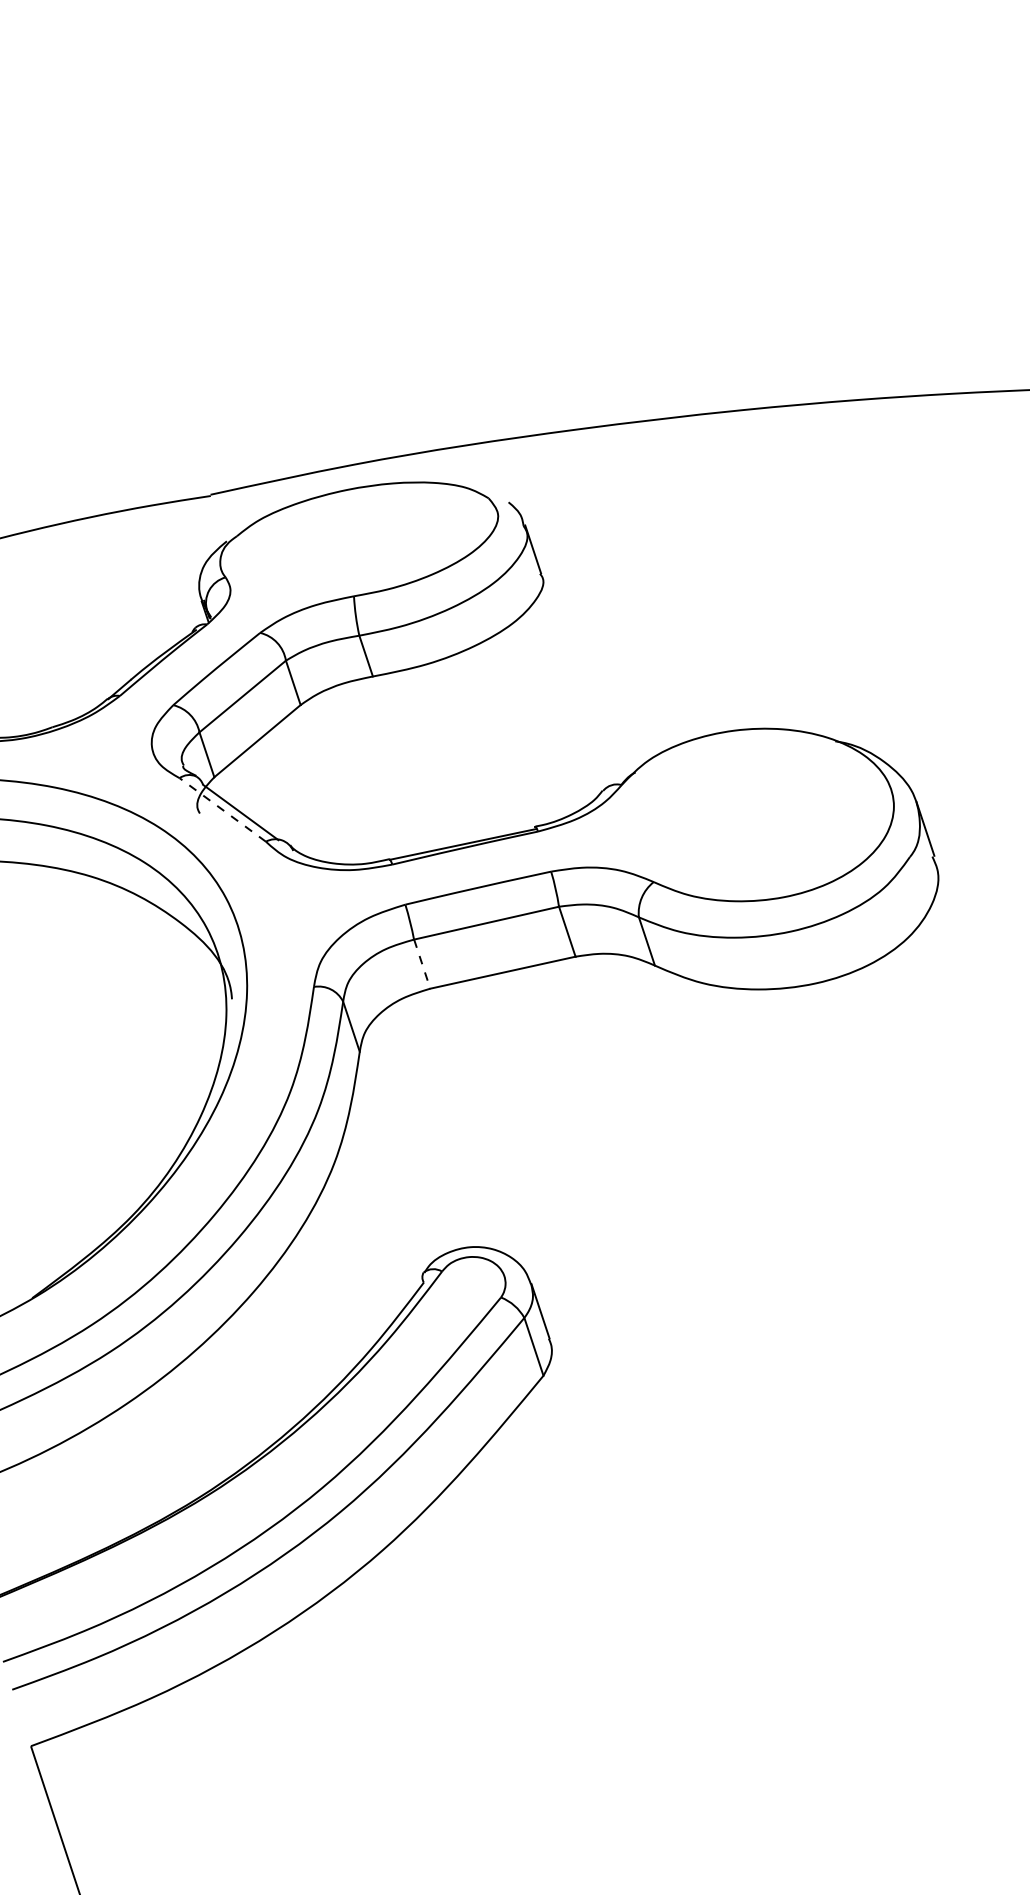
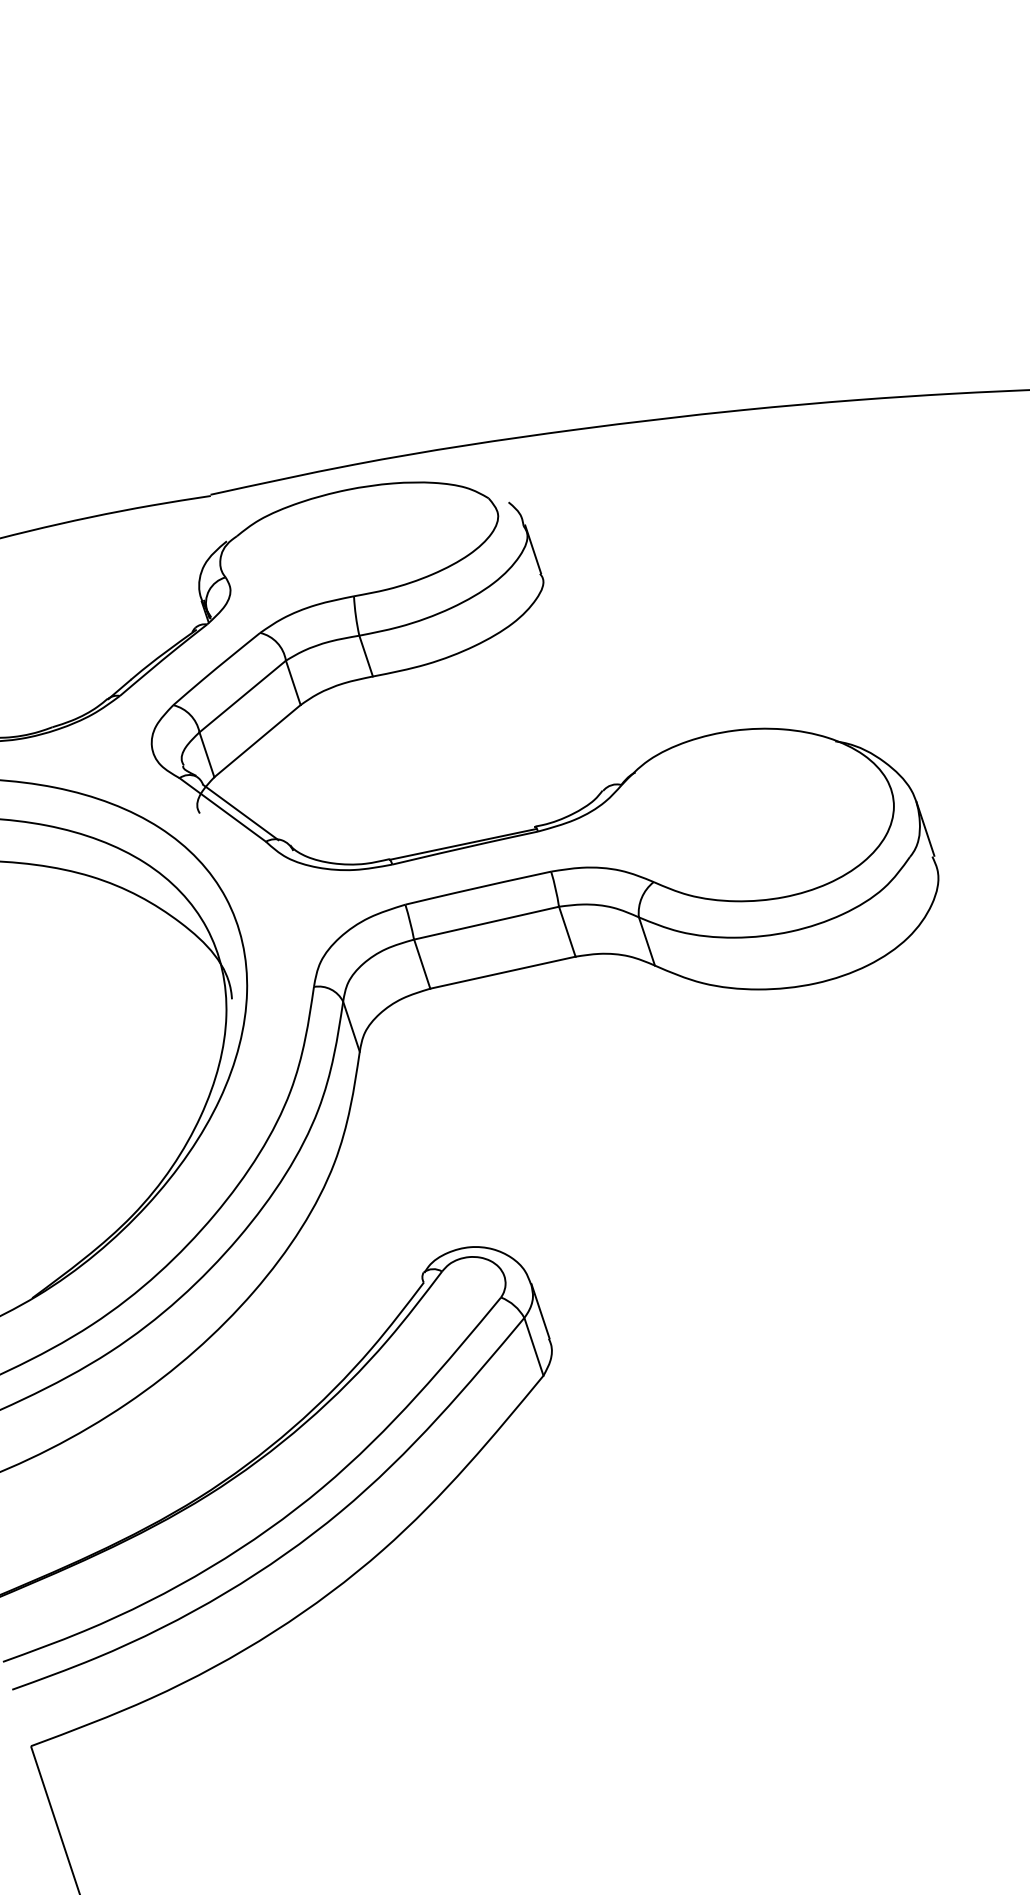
line at (222, 809): dashed -> solid
line at (422, 964): dashed -> solid
